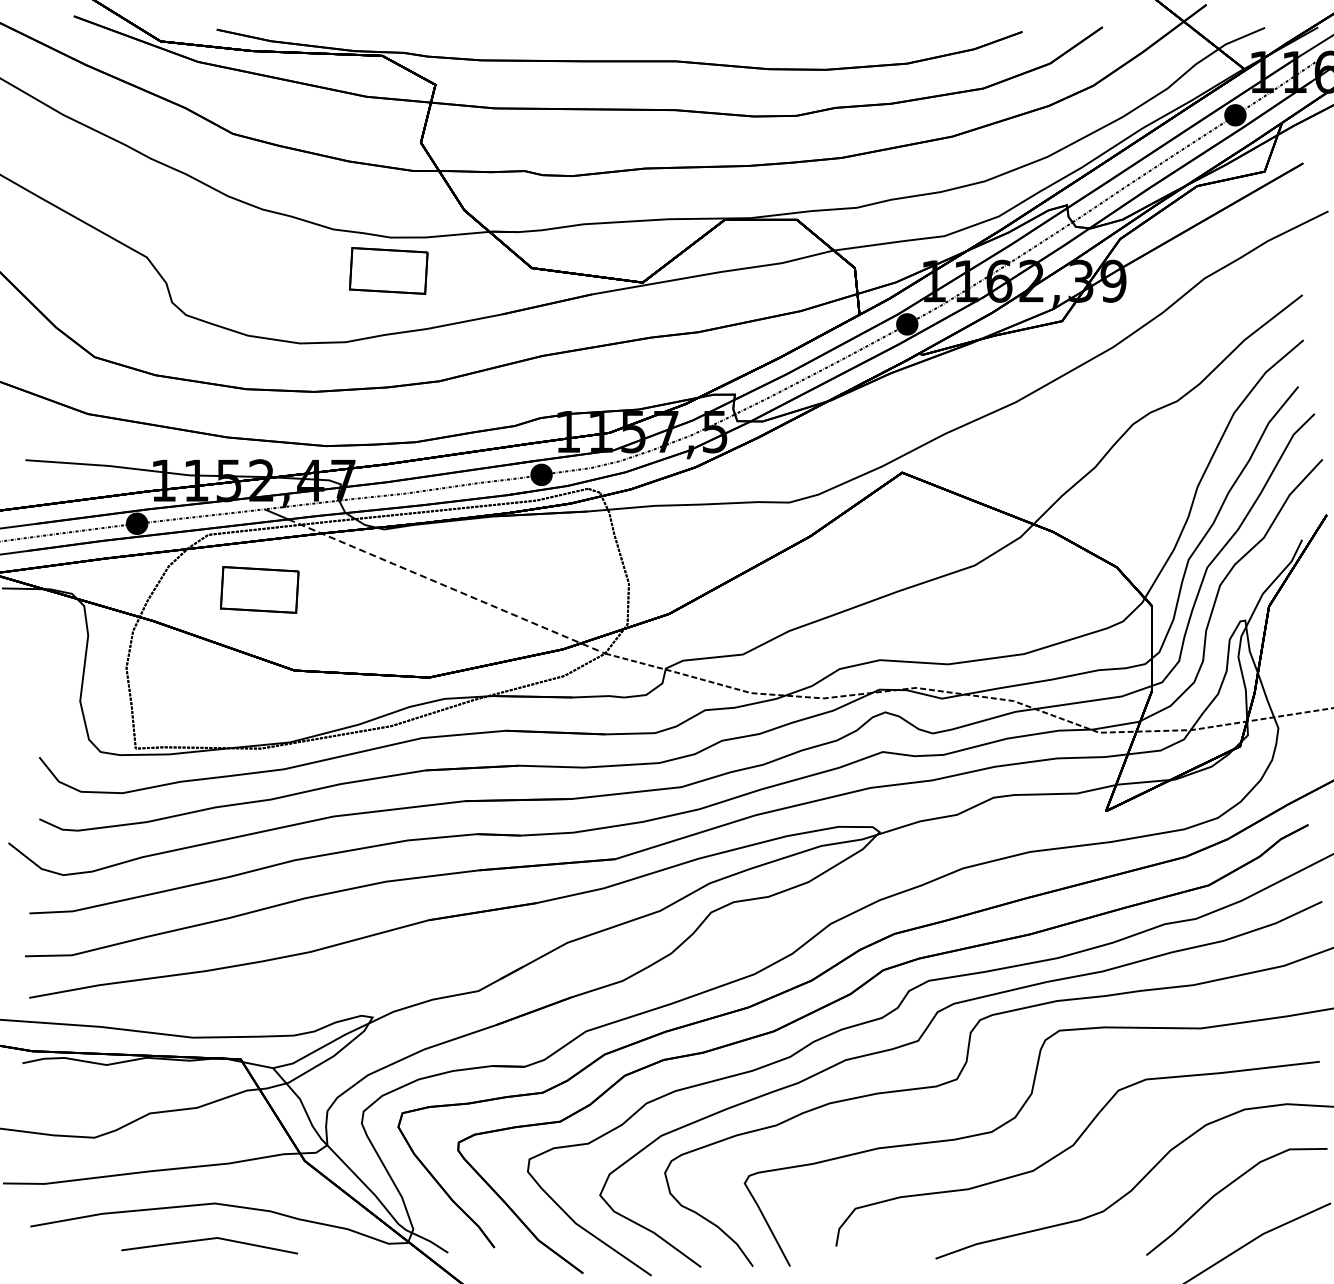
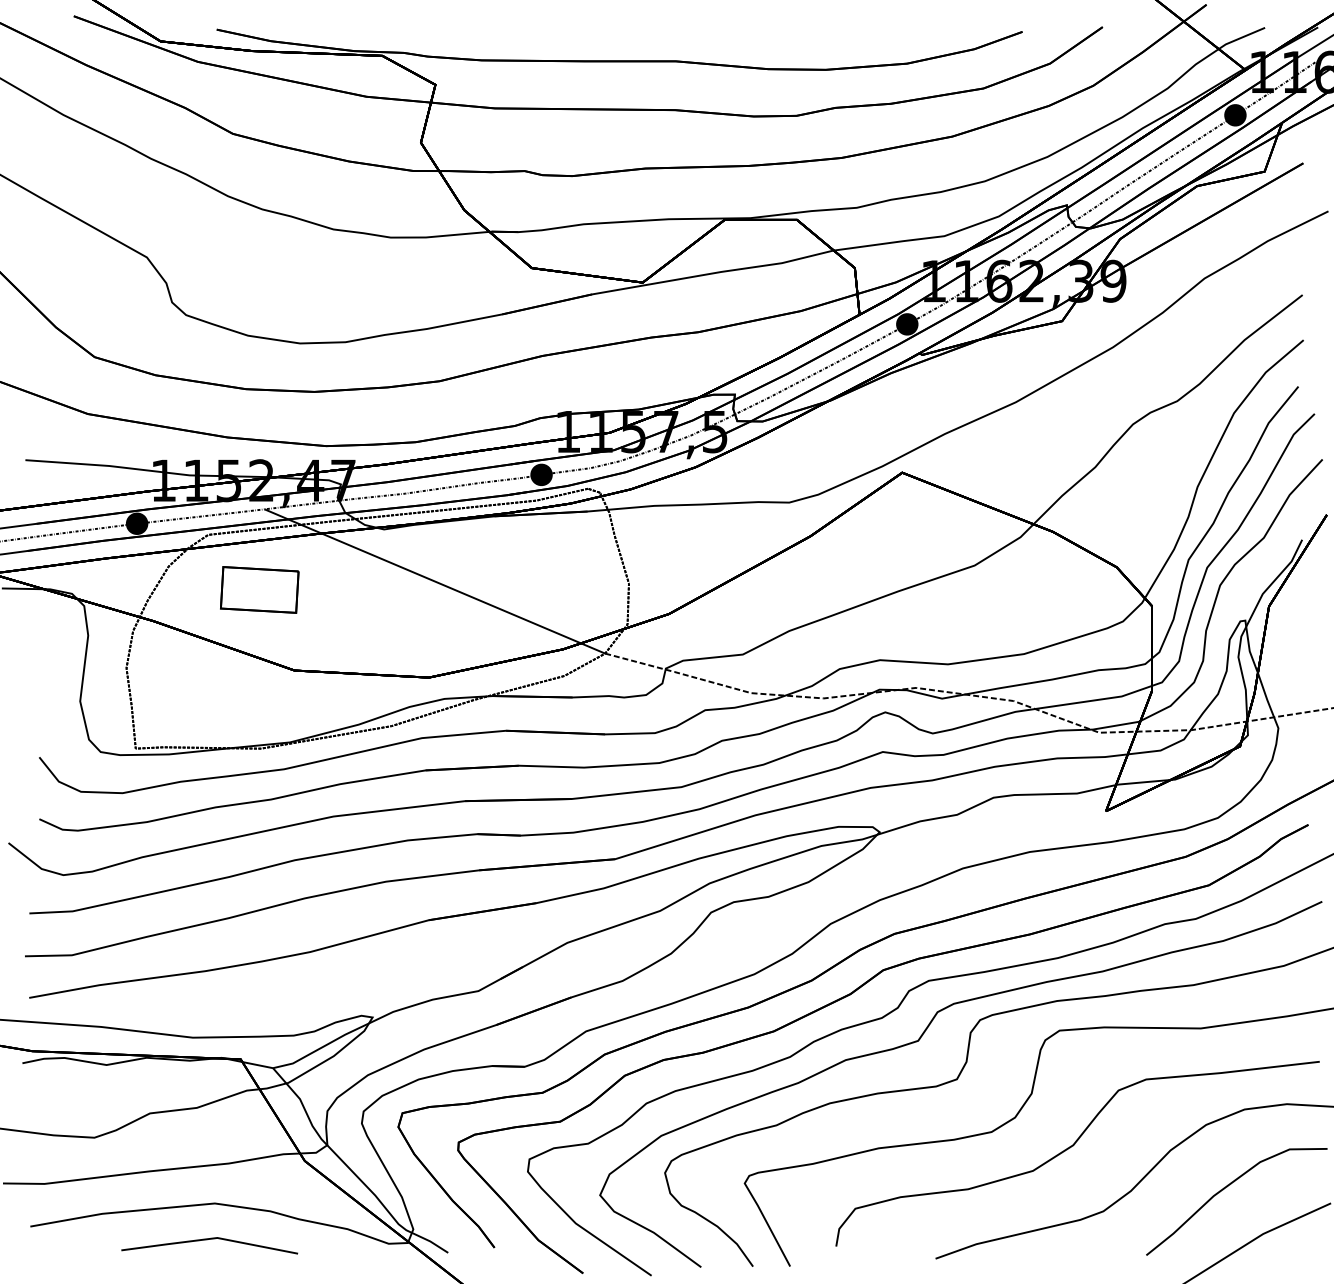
part at (388, 270): present -> none
line at (447, 586): dashed -> solid
